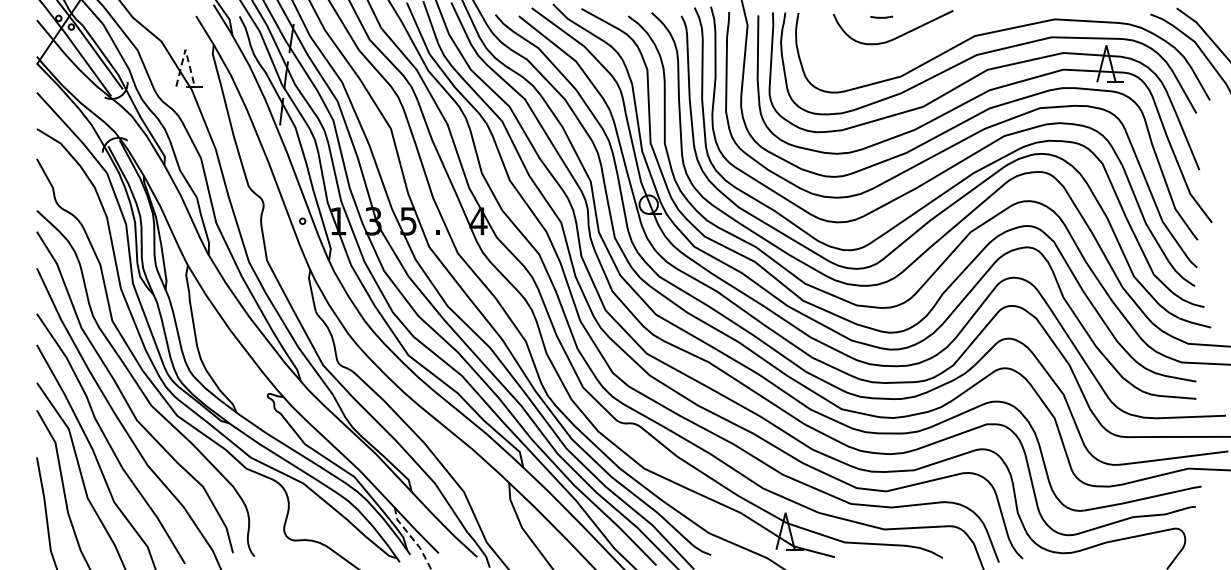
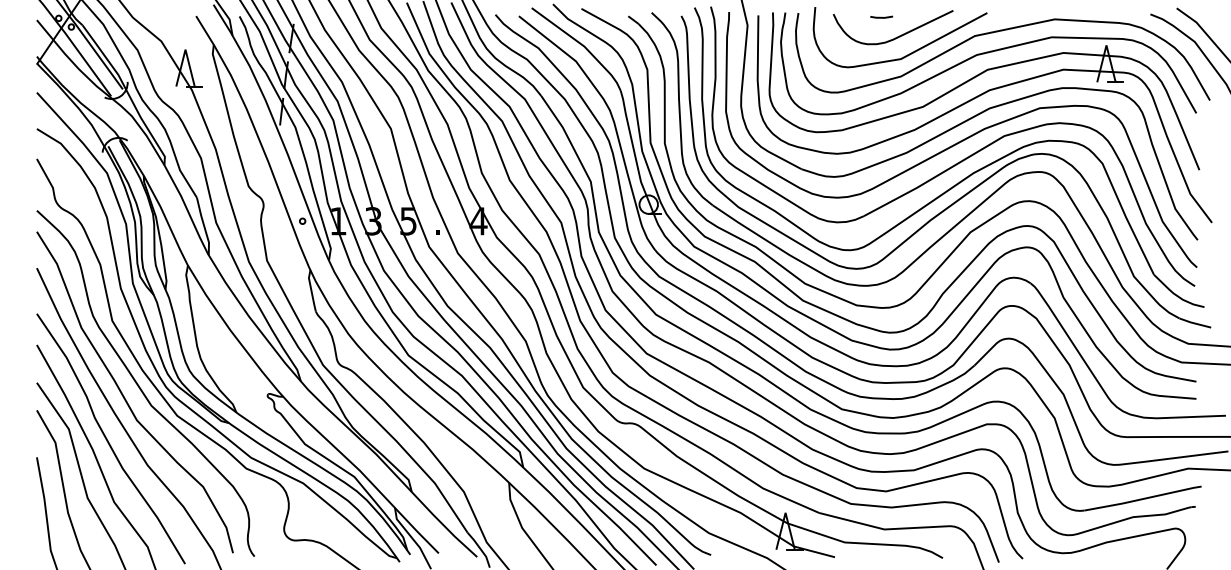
line at (185, 49): dashed -> solid
curve at (907, 54): none -> present
line at (412, 538): dashed -> solid
